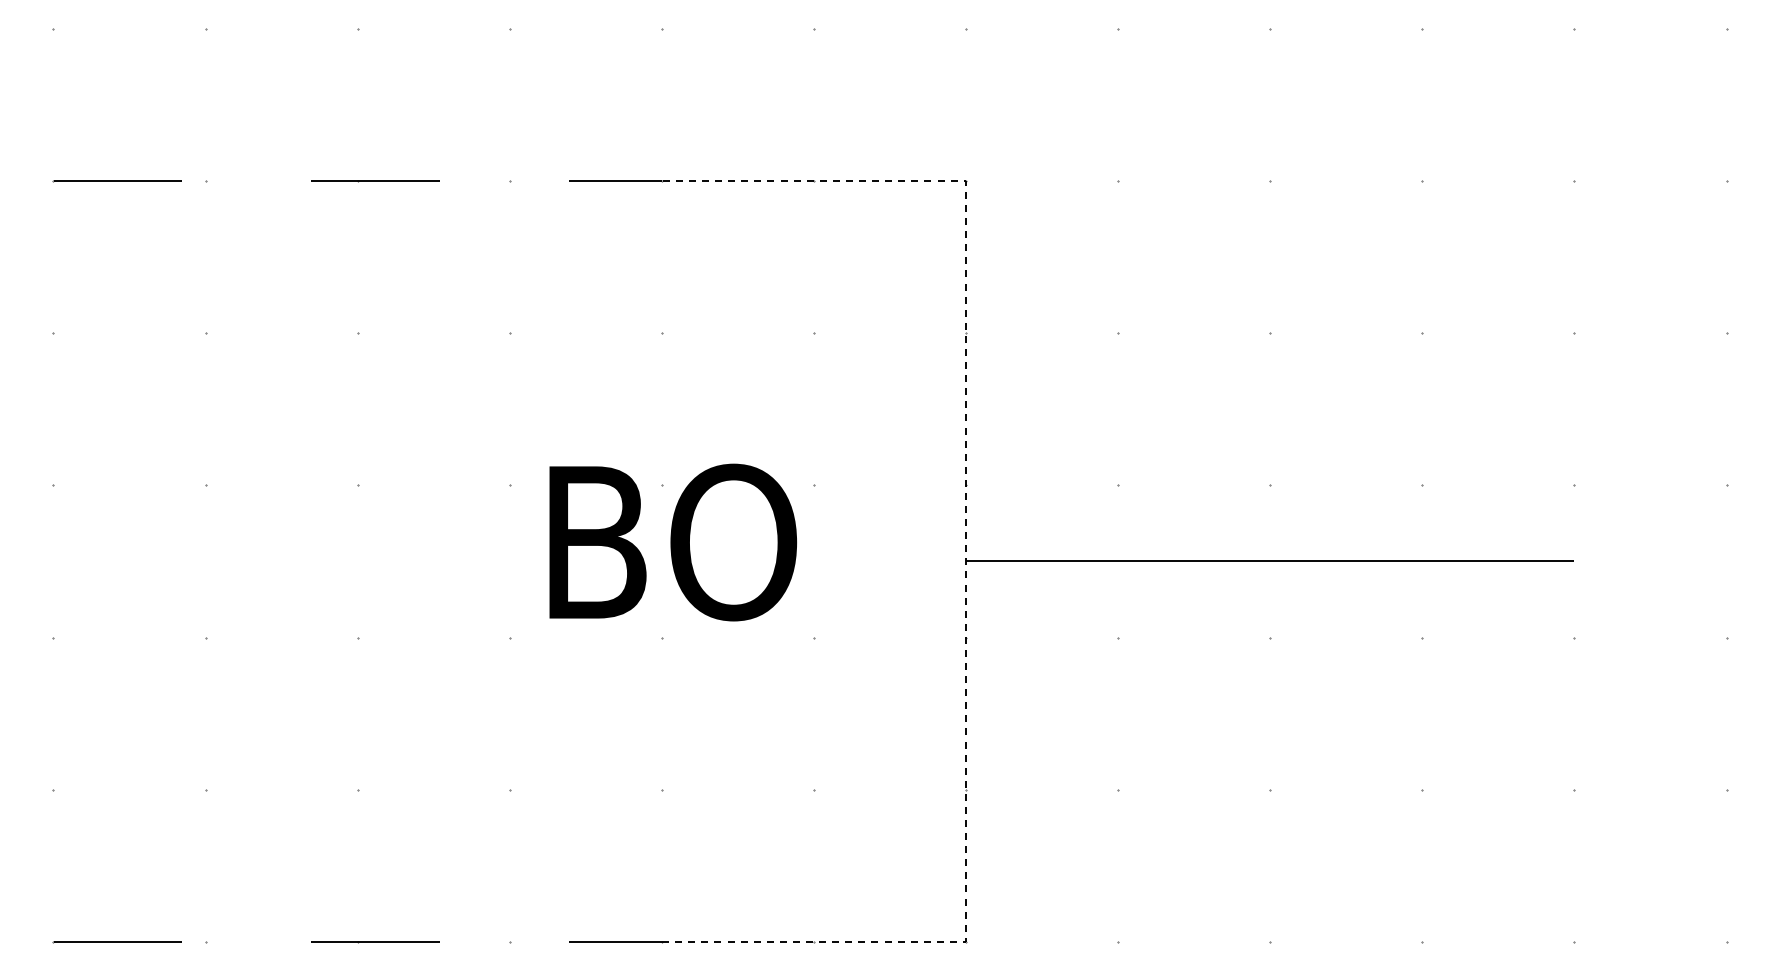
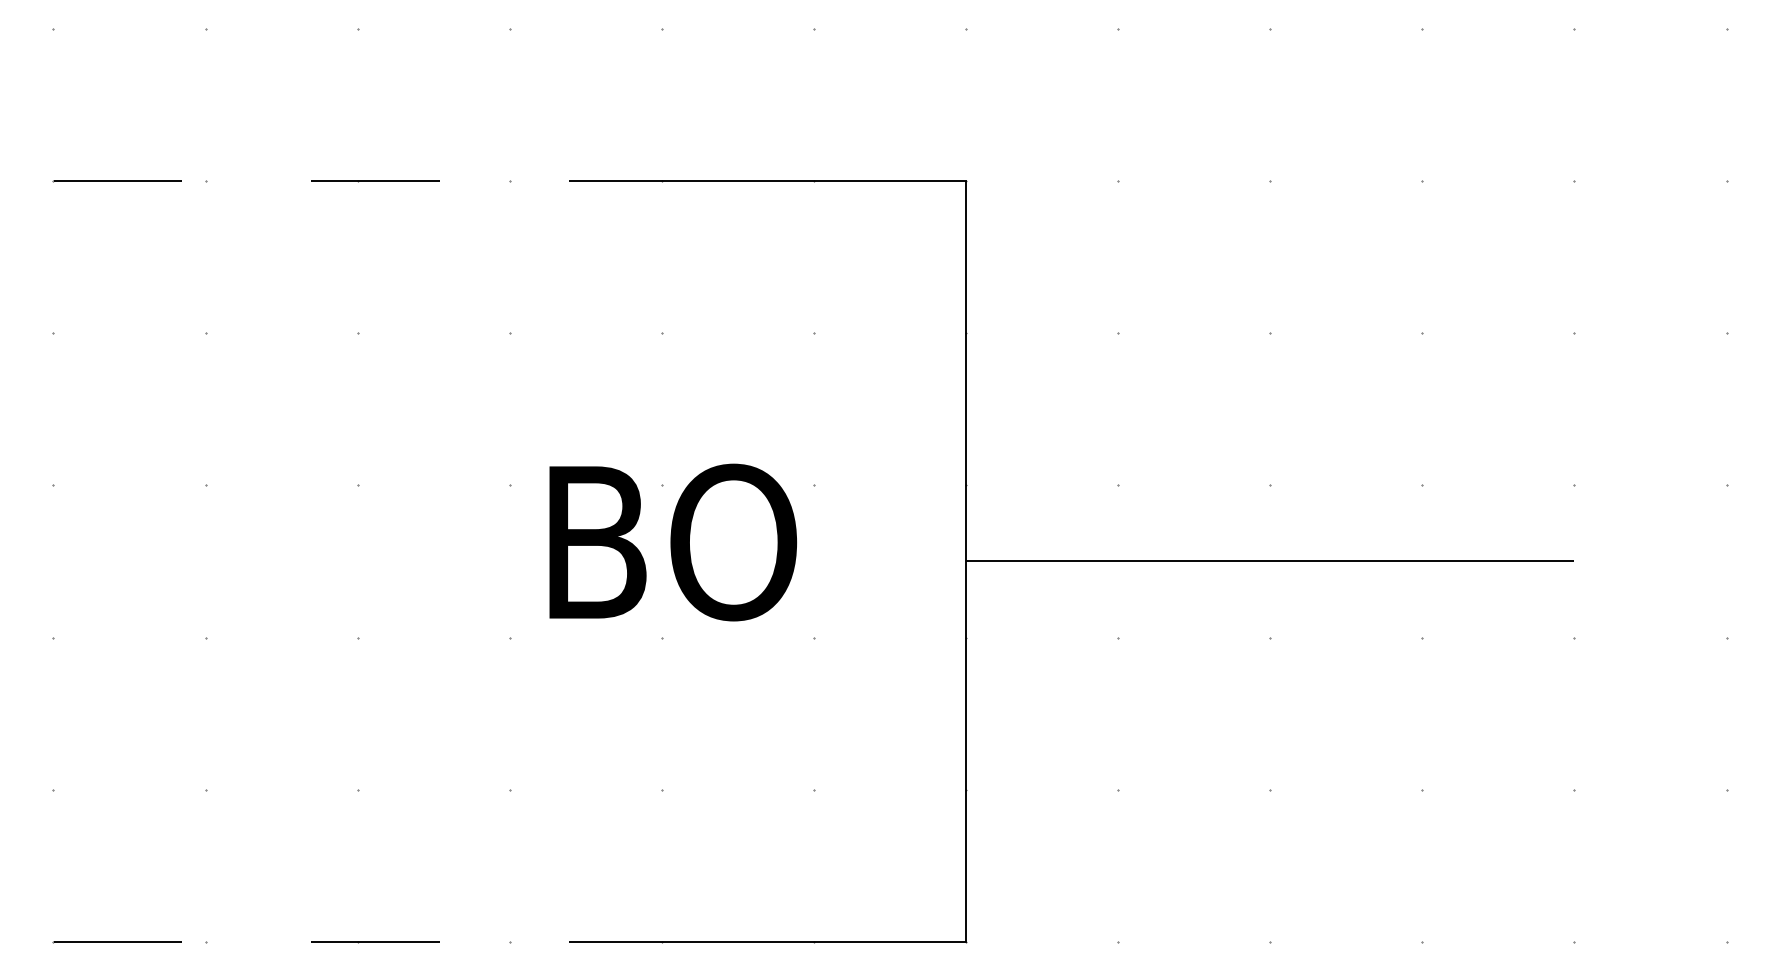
line at (966, 561): dashed -> solid
